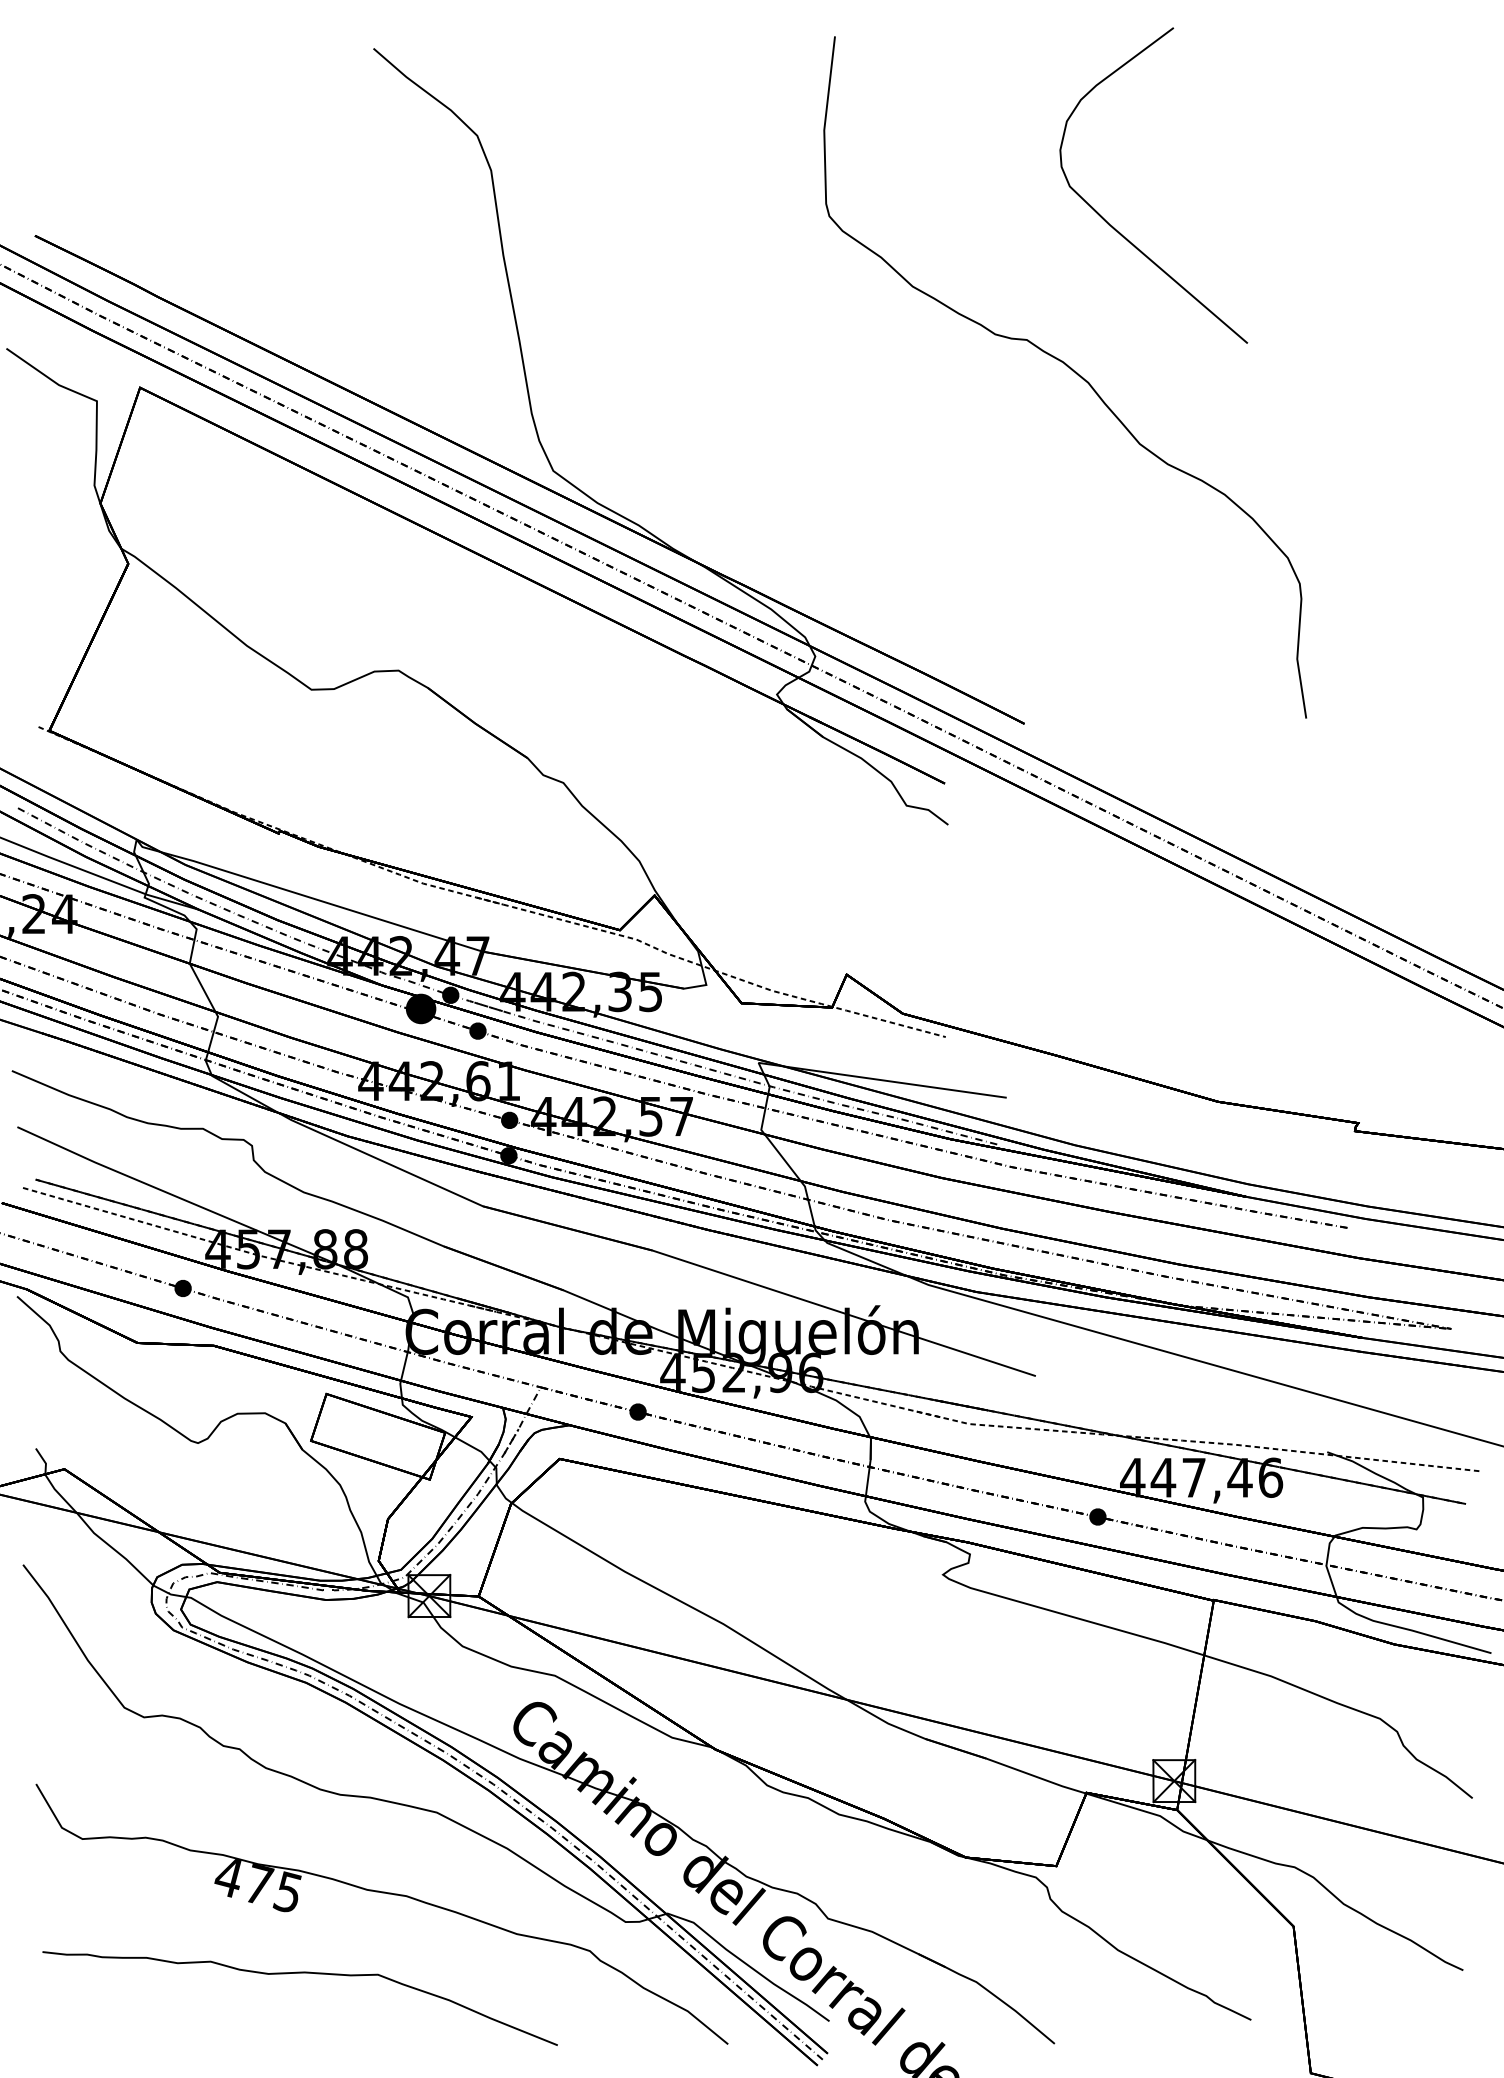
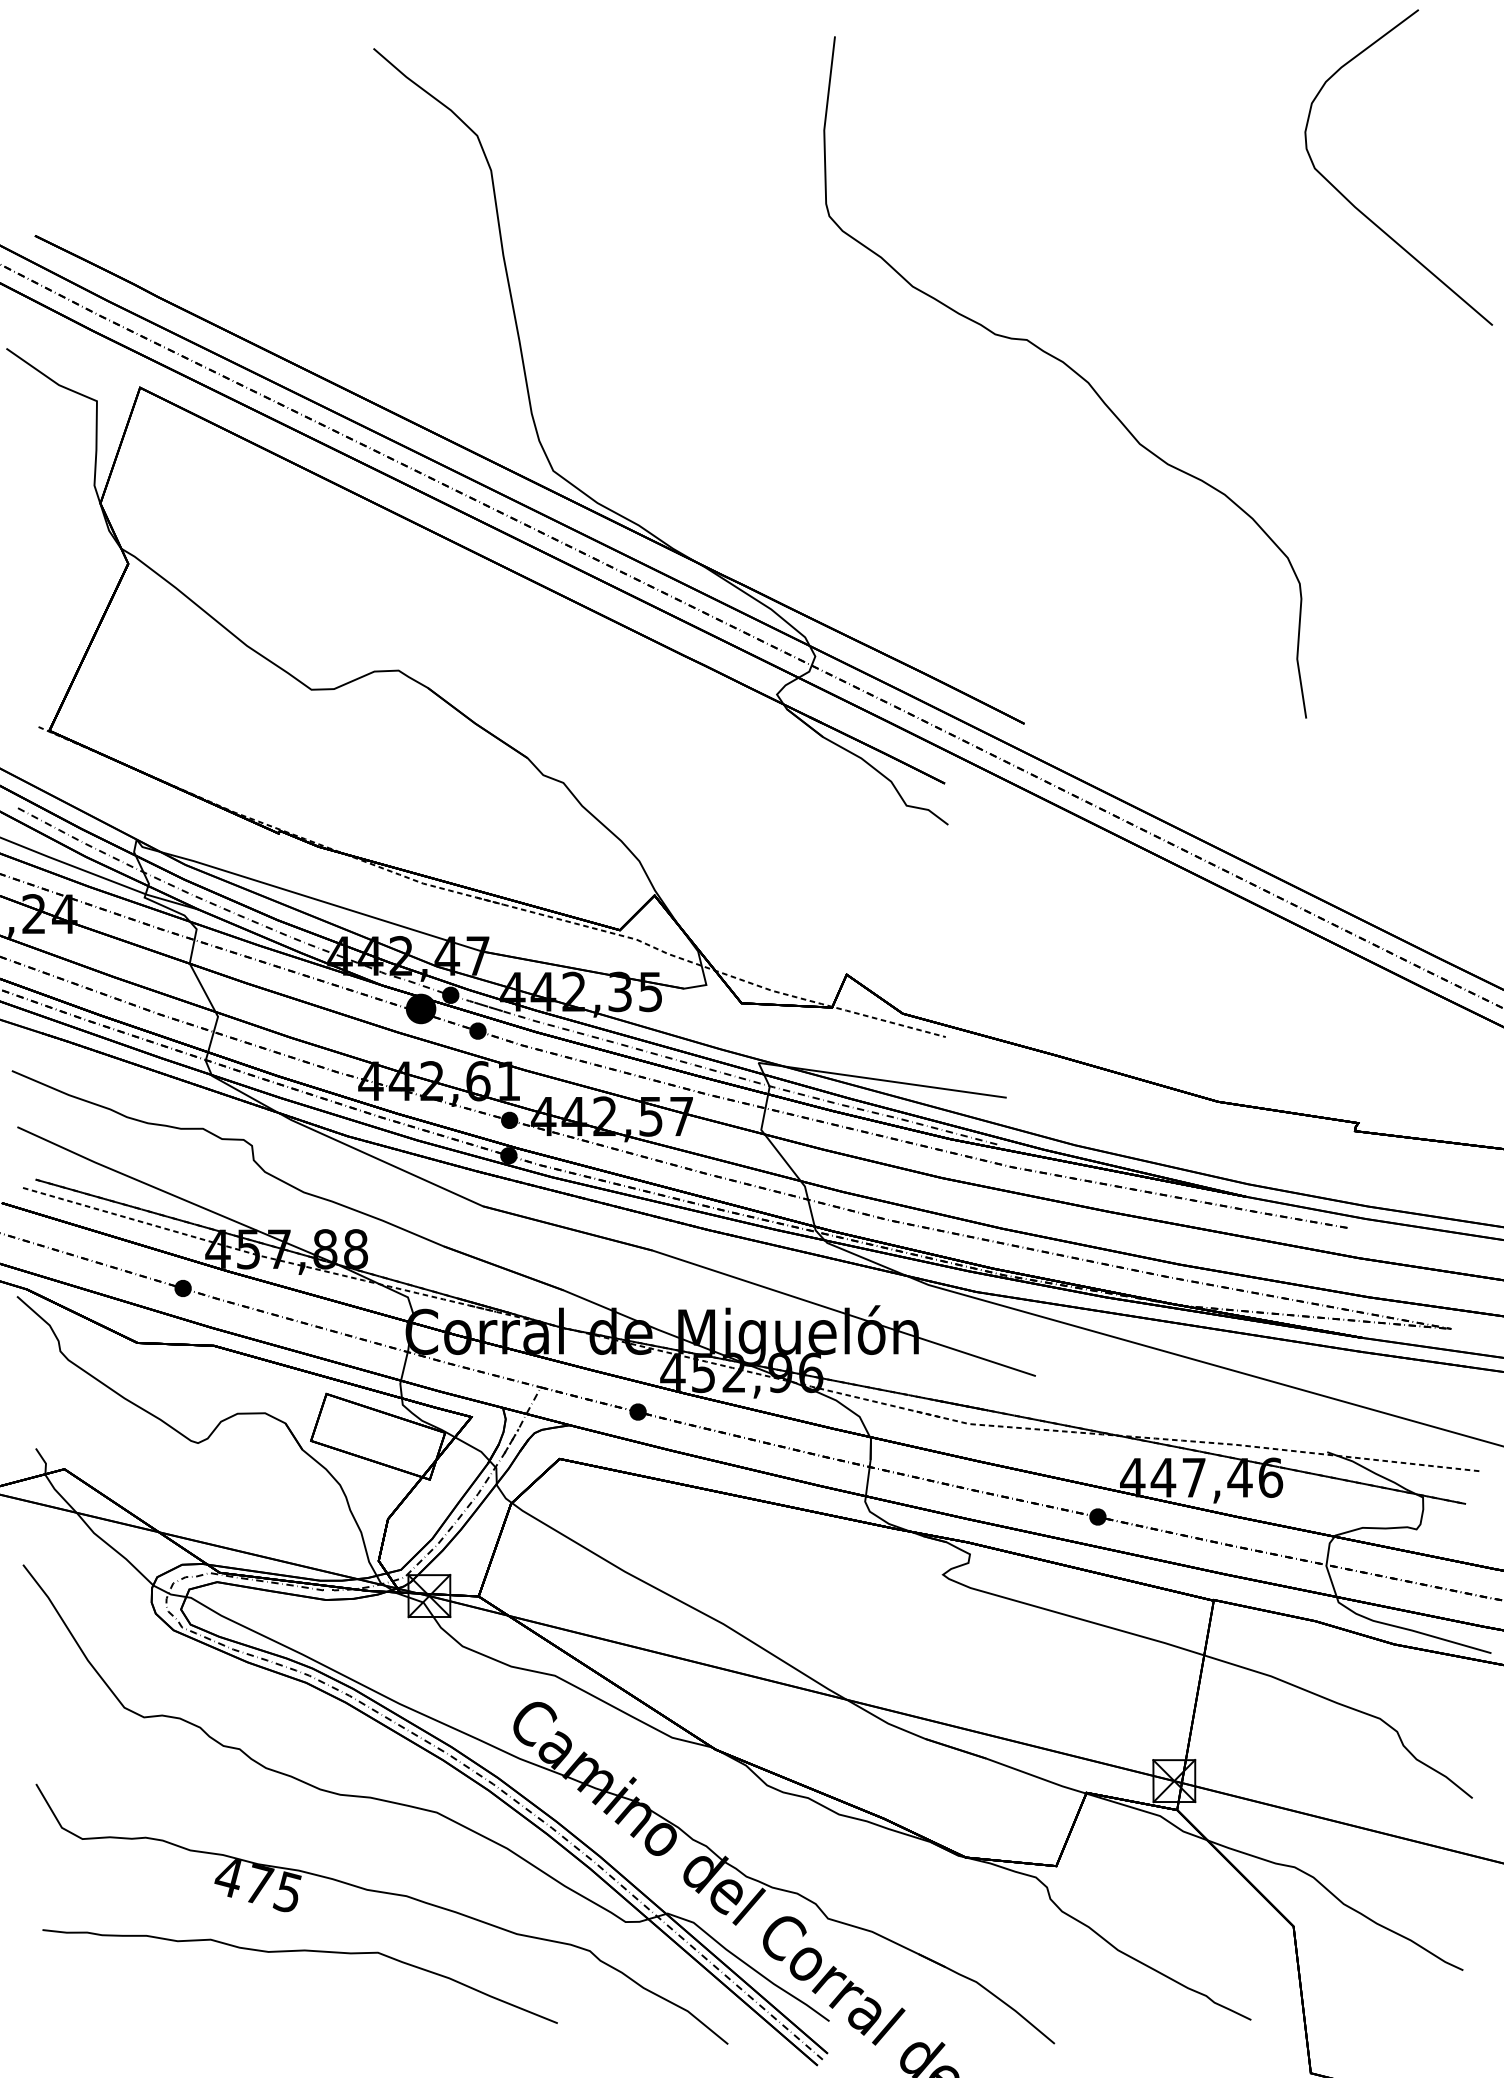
curve at (1119, 231) position: (1119, 231) -> (1364, 213)
curve at (299, 1973) position: (299, 1973) -> (299, 1951)
